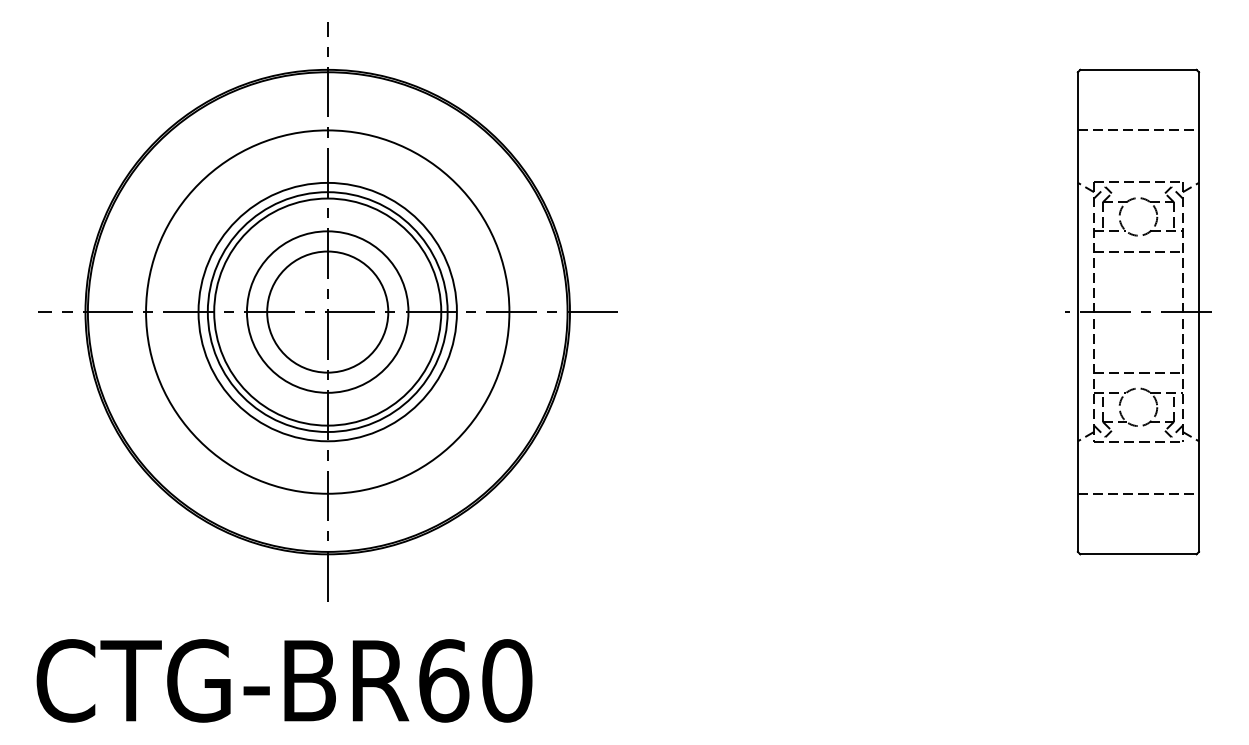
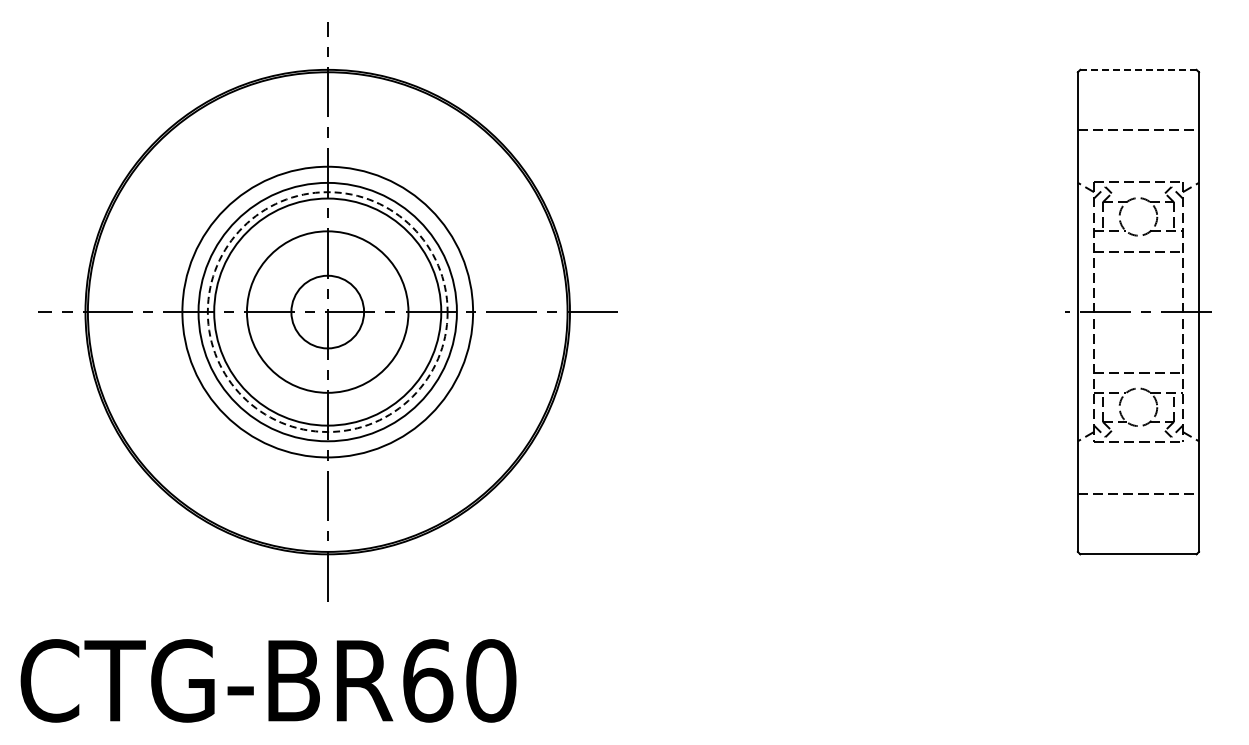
line at (1138, 69): solid -> dashed
circle at (327, 311) diameter: 121 px -> 73 px
circle at (327, 311) diameter: 363 px -> 291 px
circle at (327, 312): solid -> dashed
text at (284, 680) position: (284, 680) -> (268, 680)
